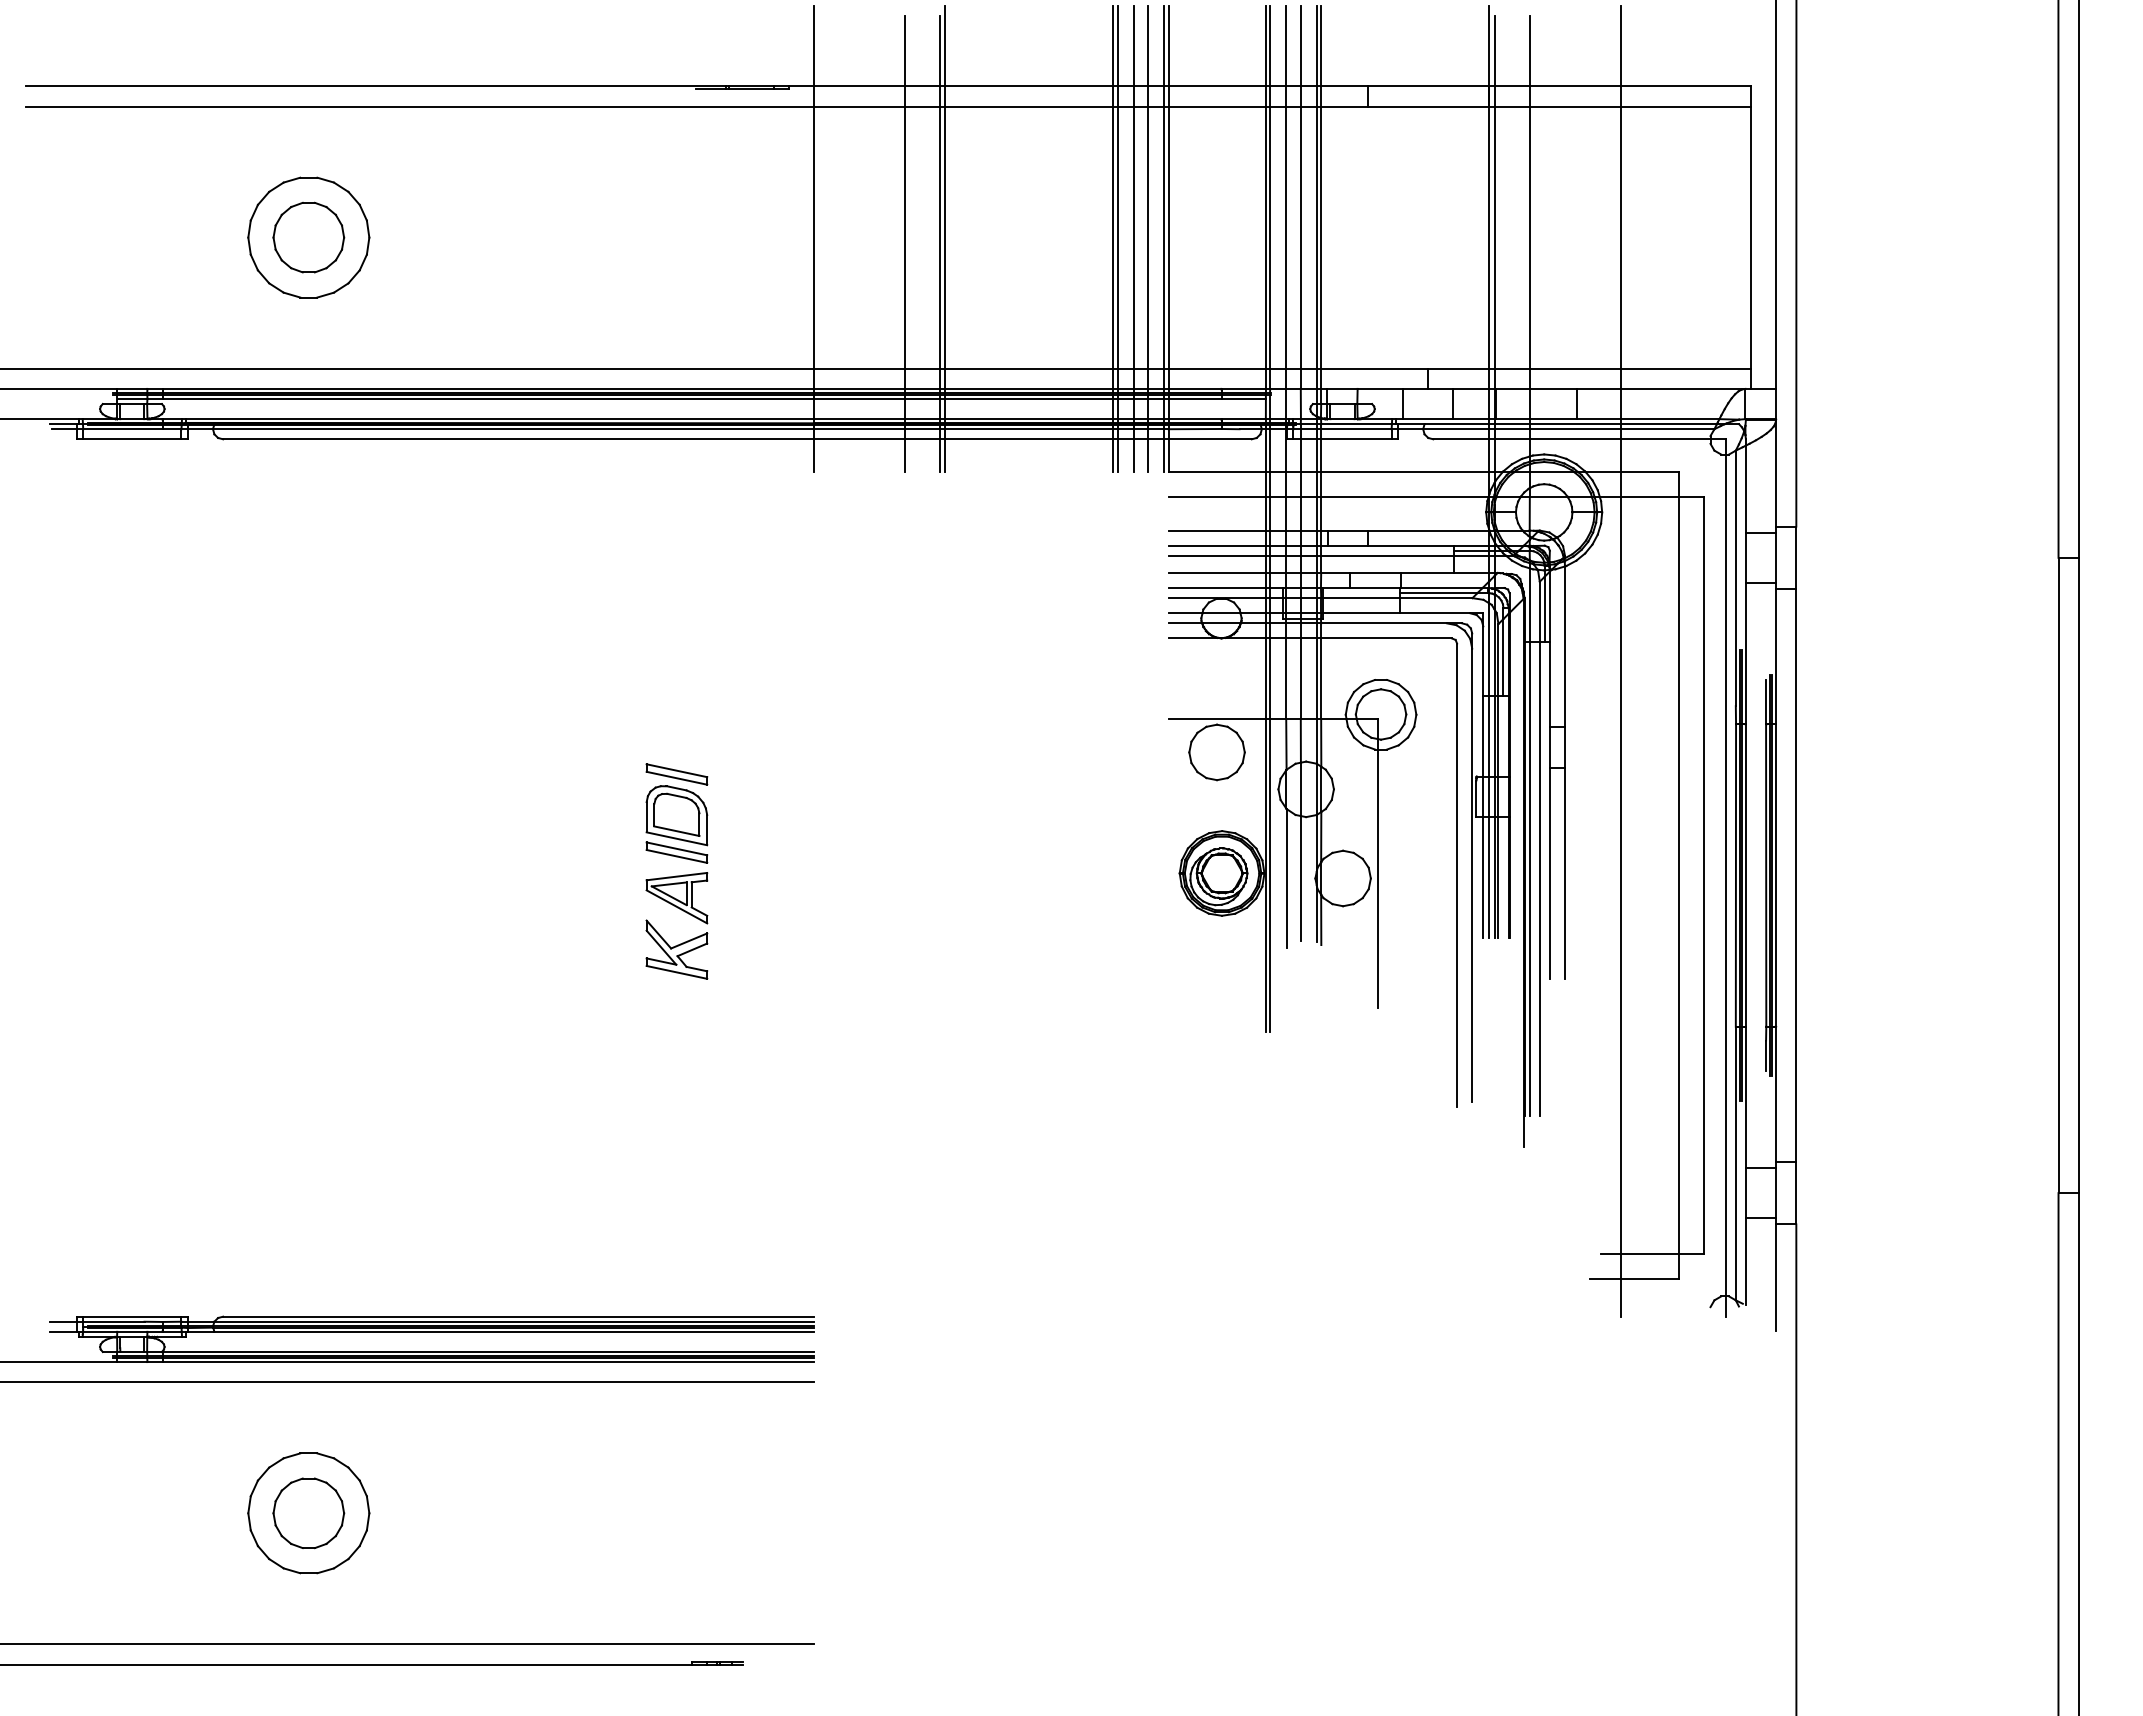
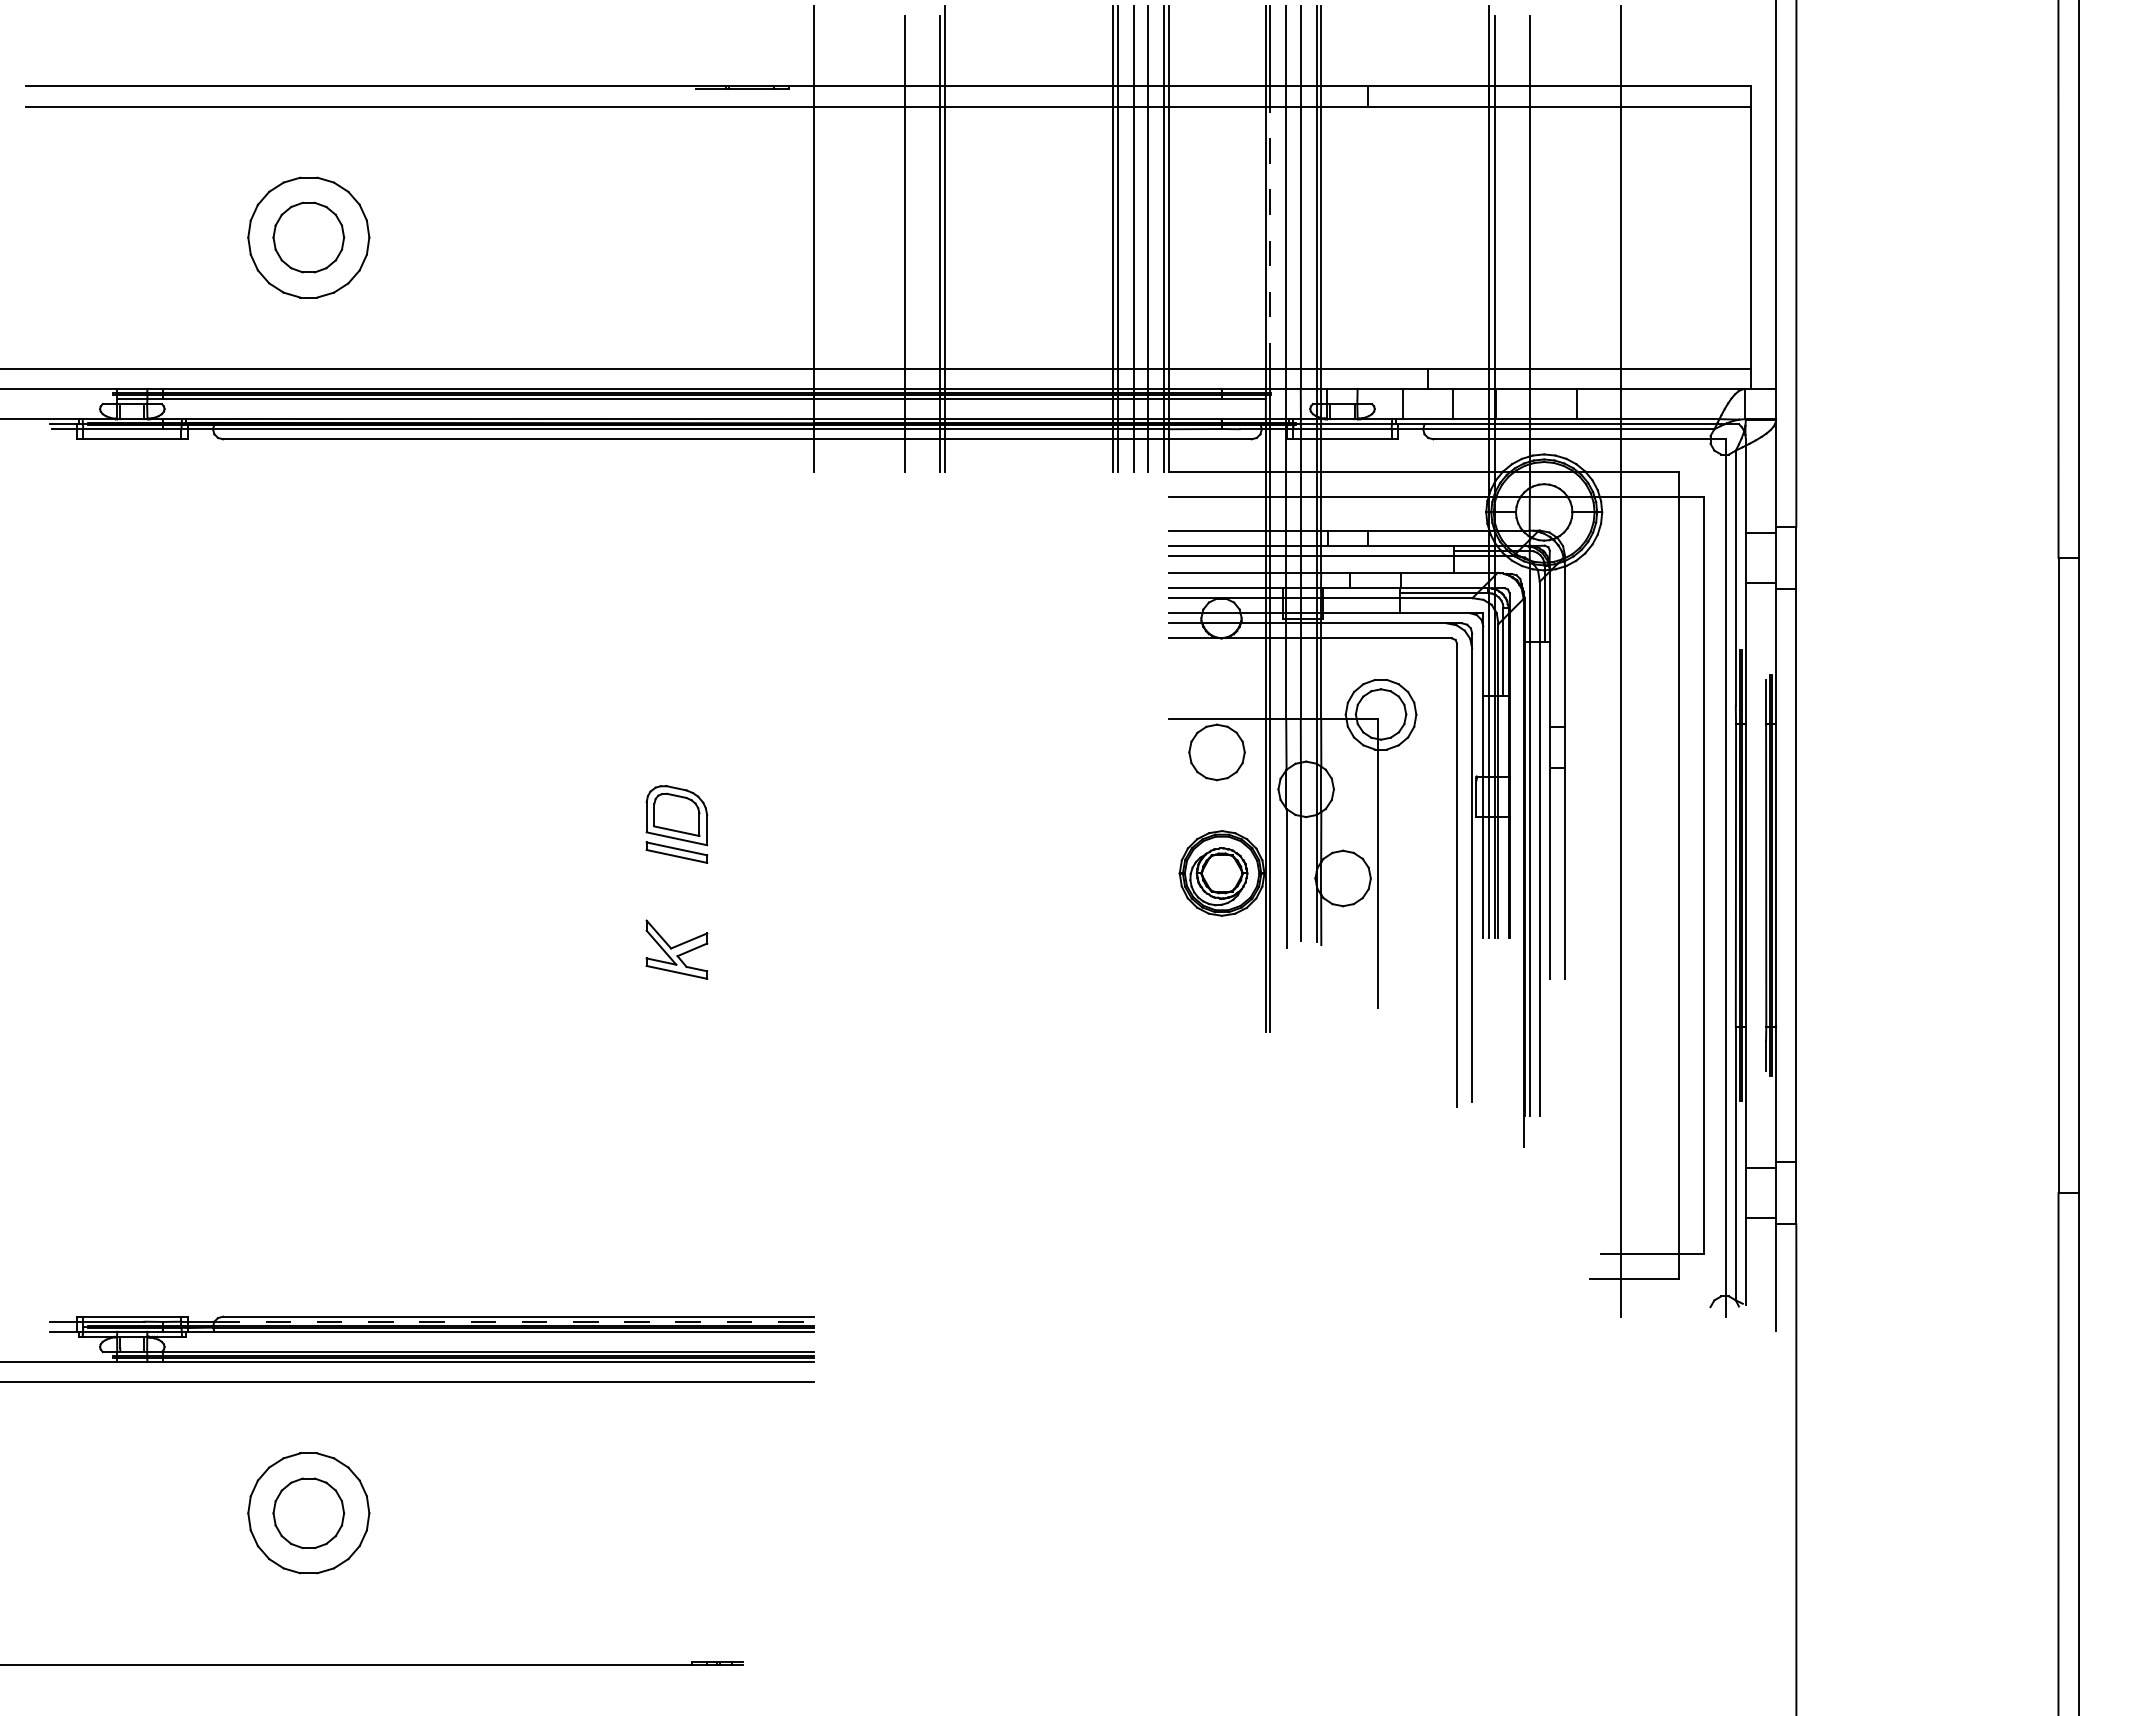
line at (1270, 237): solid -> dashed
part at (676, 774): present -> none
part at (676, 898): present -> none
line at (514, 1321): solid -> dashed
line at (407, 1644): present -> none
